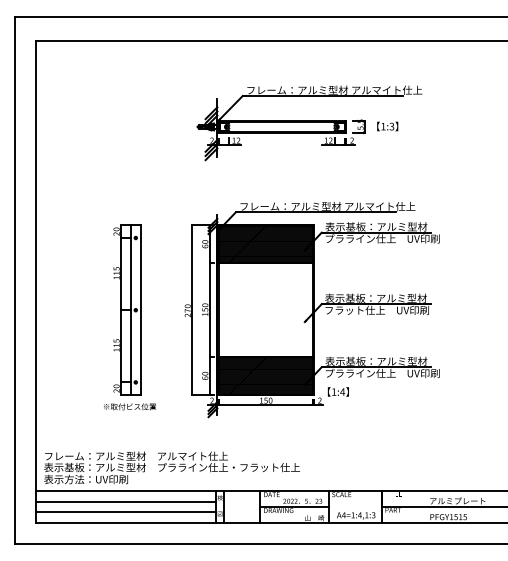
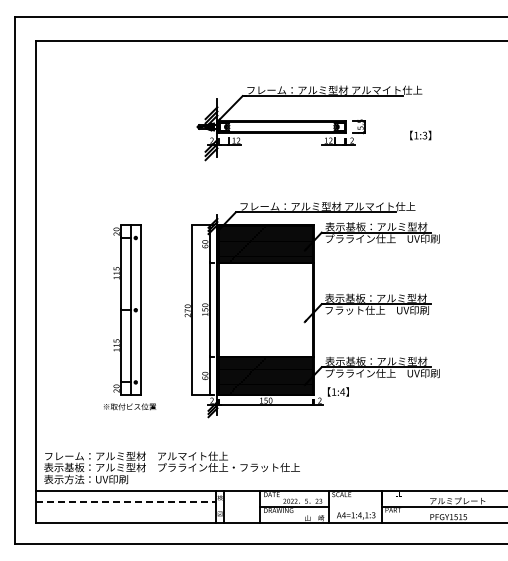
text at (387, 126) position: (387, 126) -> (420, 135)
line at (126, 501): solid -> dashed
line at (126, 512): present -> none
